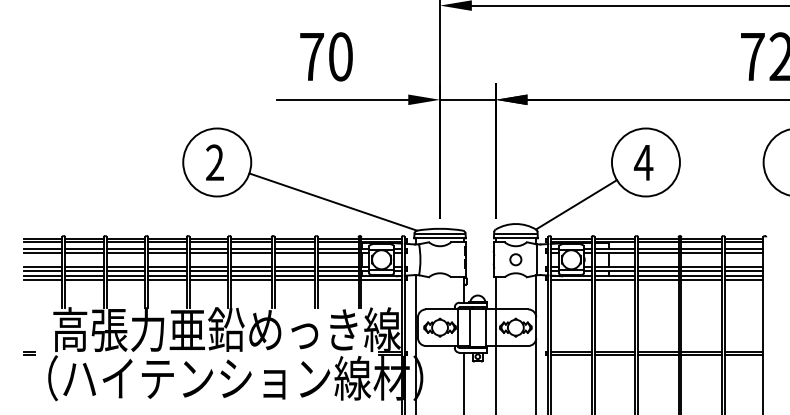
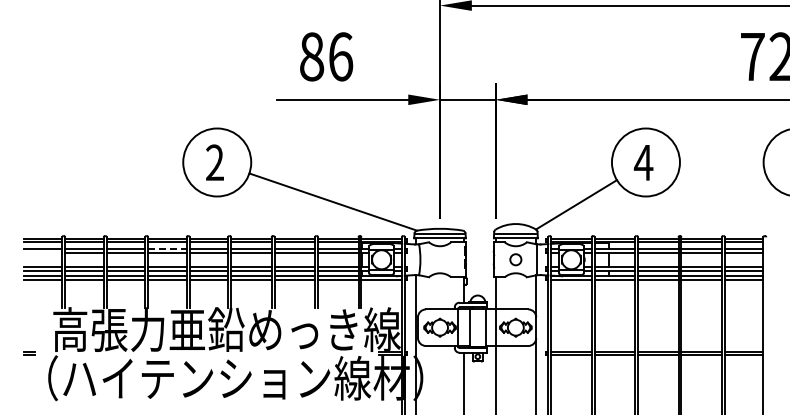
text at (326, 56): 70 -> 86
line at (167, 248): solid -> dashed
line at (42, 252): present -> none
